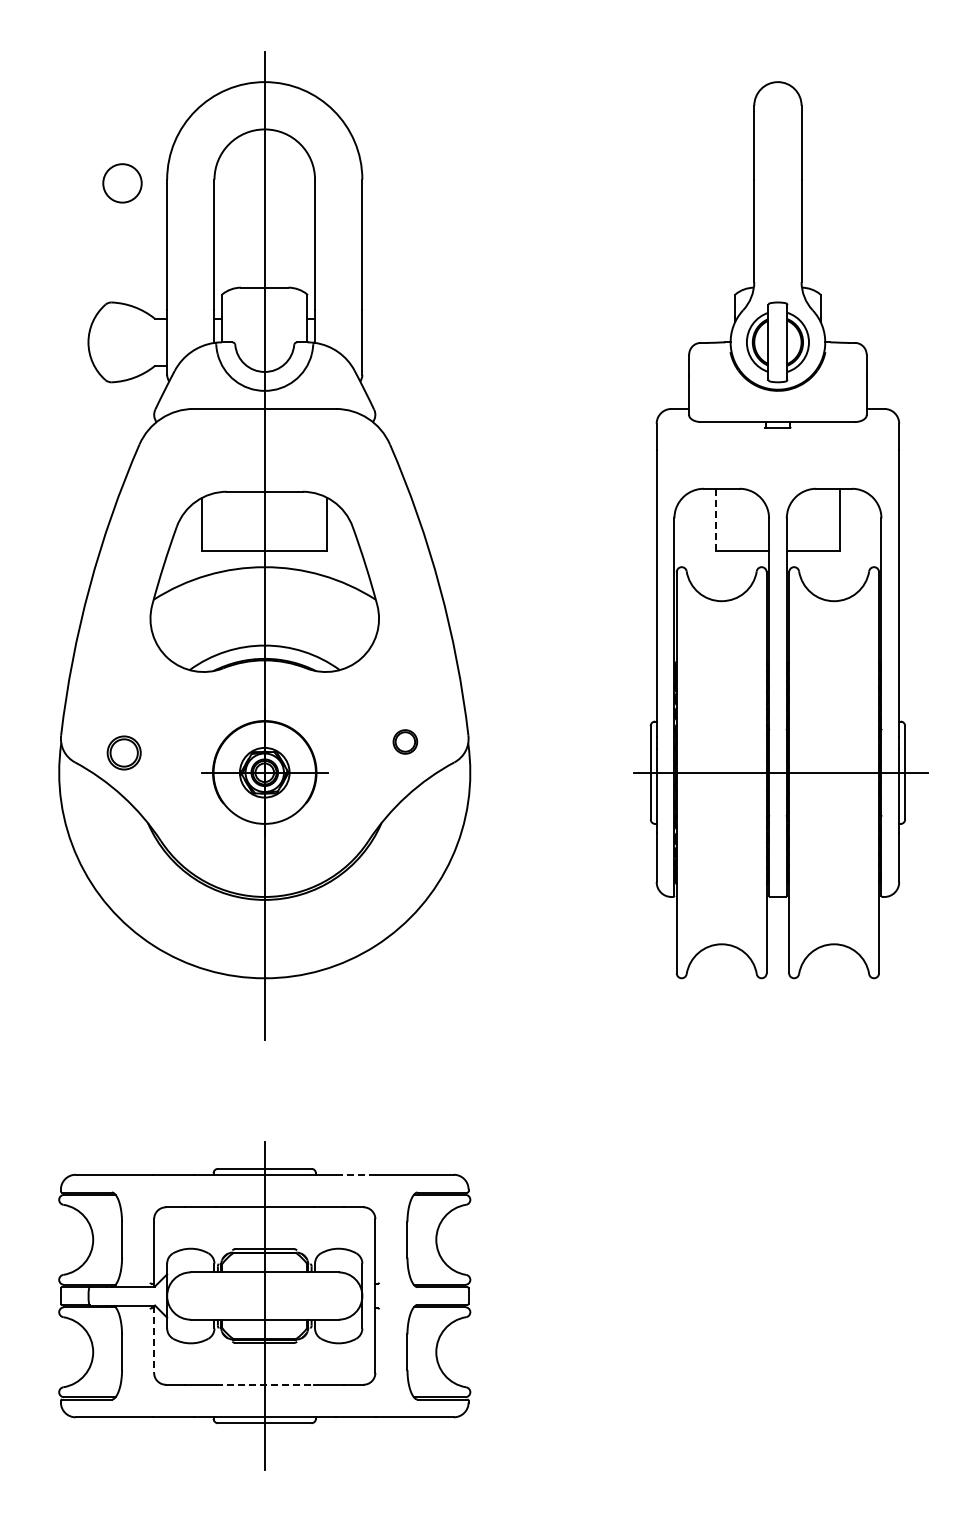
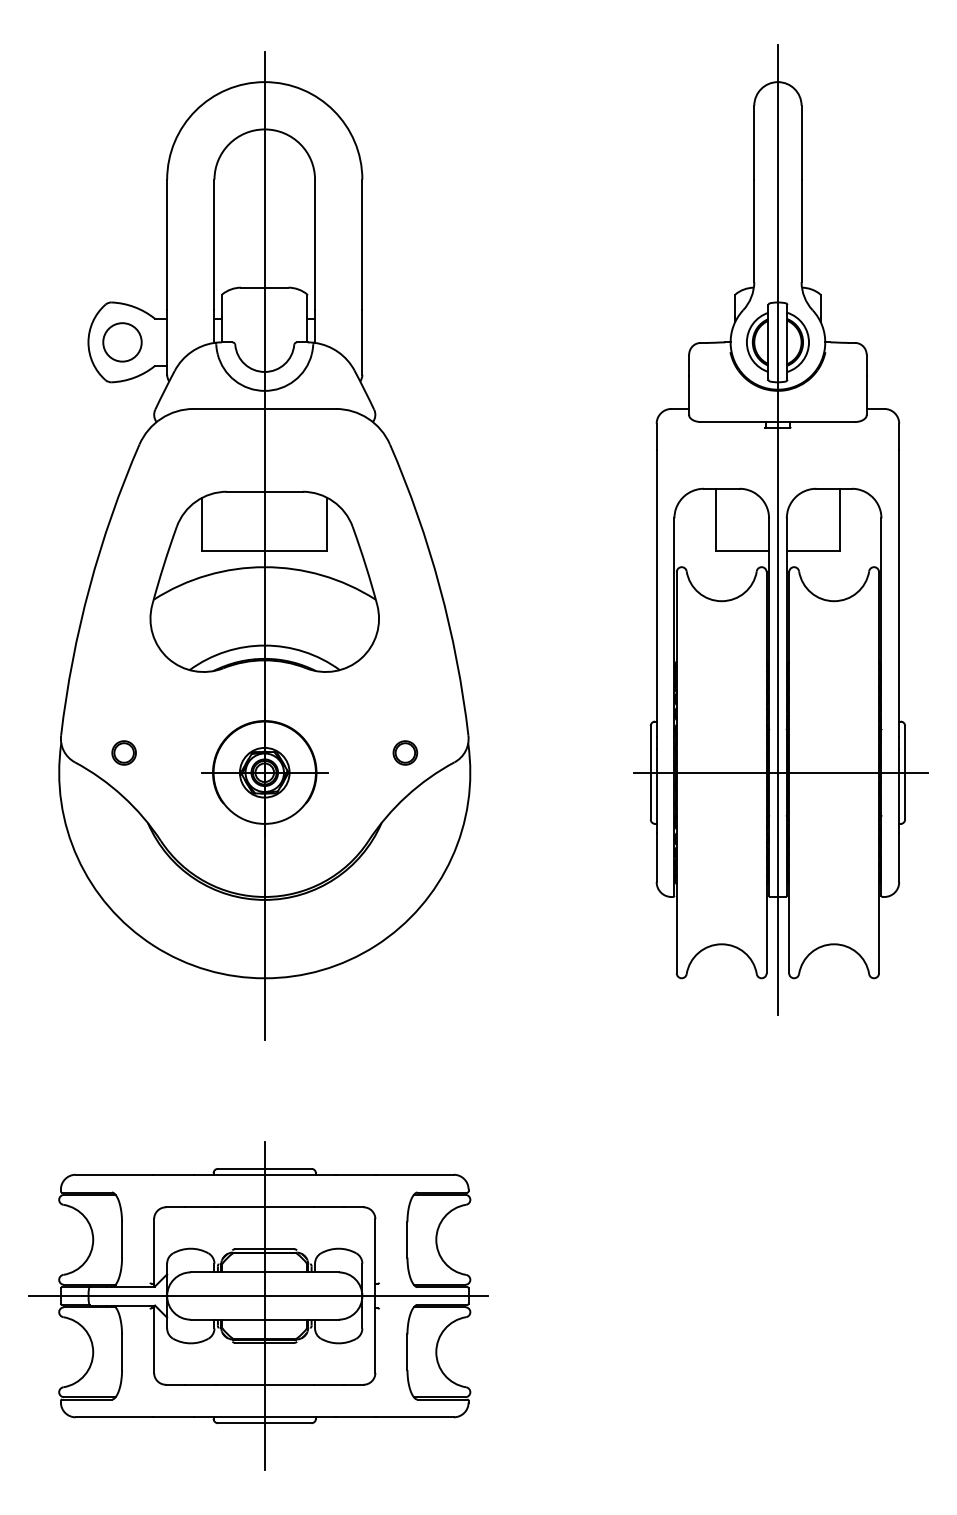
circle at (122, 183) position: (122, 183) -> (122, 342)
line at (715, 519): dashed -> solid
line at (777, 529): none -> present
part at (405, 741) position: (405, 741) -> (405, 752)
part at (123, 752) size: 36x36 px -> 26x26 px
line at (356, 1174): dashed -> solid
line at (258, 1296): none -> present
line at (154, 1339): dashed -> solid
line at (264, 1384): dashed -> solid
